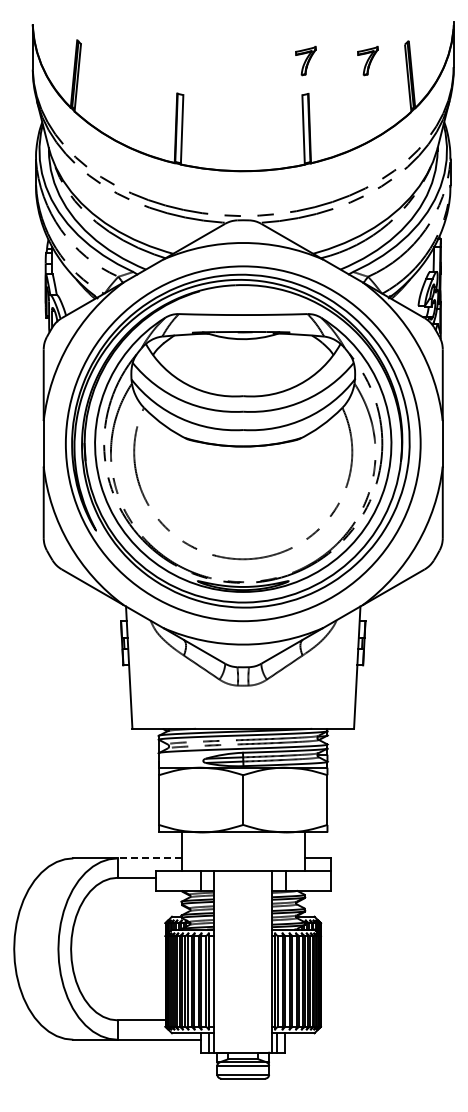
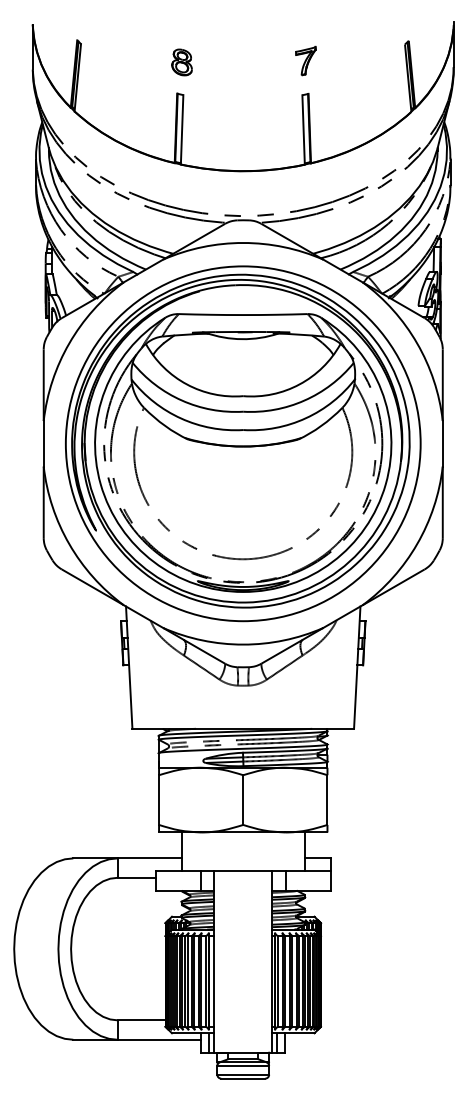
part at (367, 60): present -> none
part at (181, 62): none -> present
line at (149, 858): dashed -> solid
